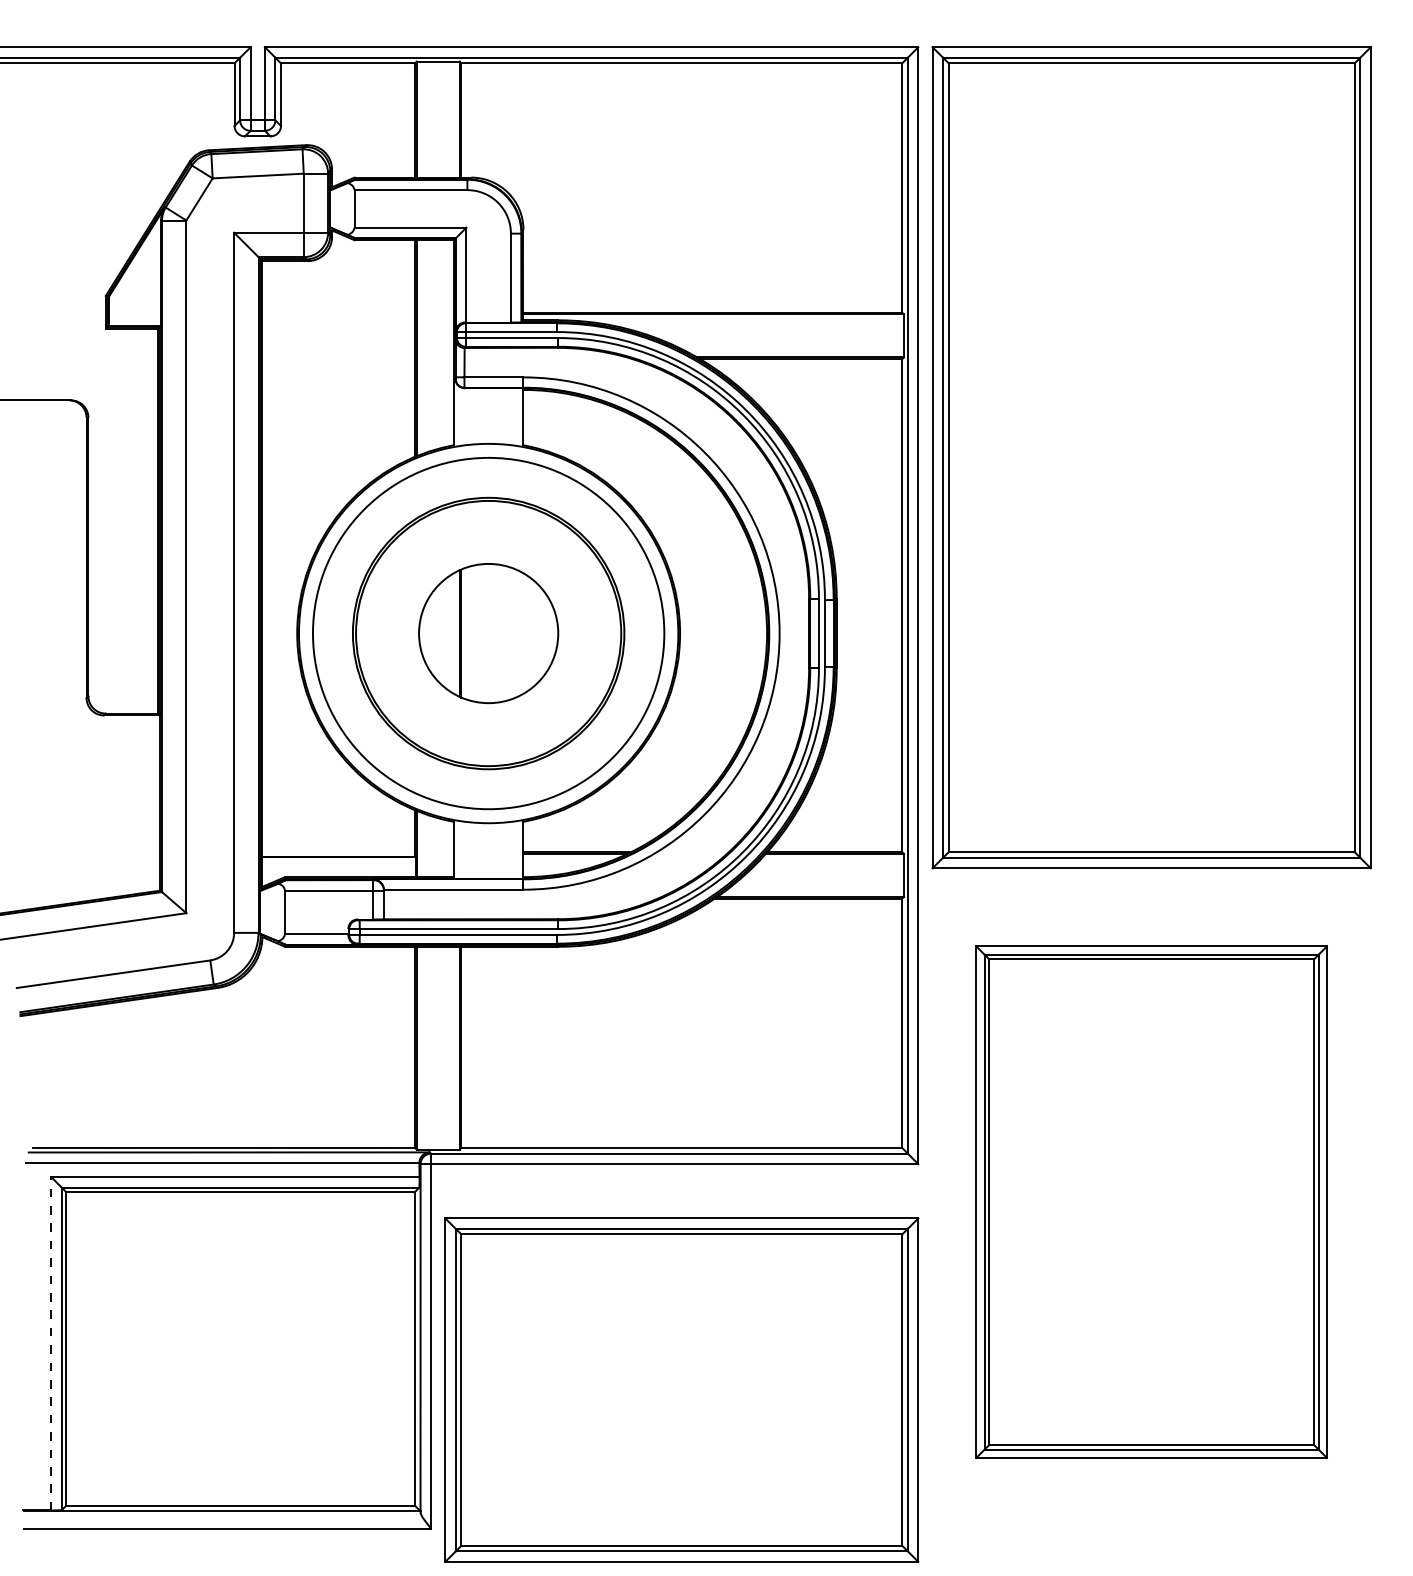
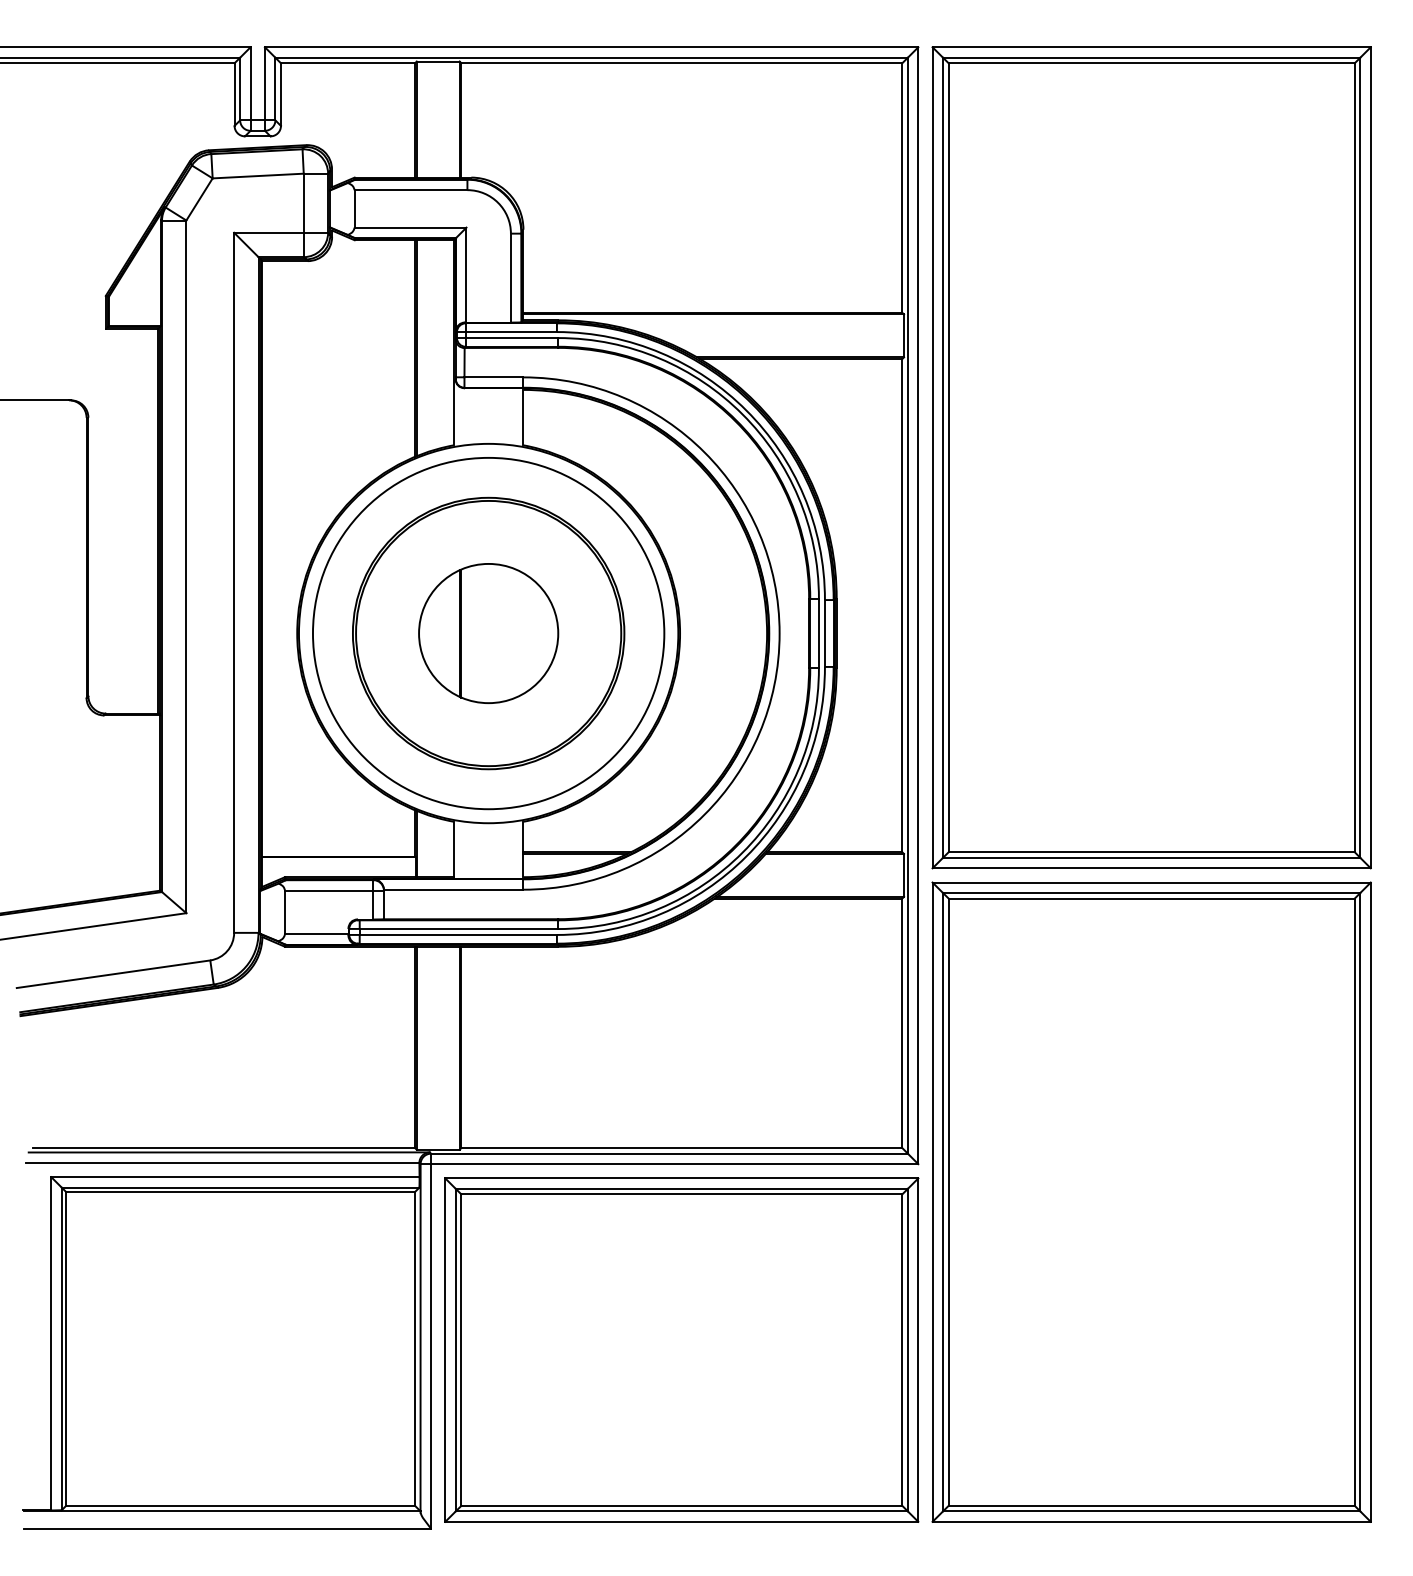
part at (1151, 1201) size: 353x514 px -> 441x642 px
line at (51, 1343): dashed -> solid
part at (681, 1389) position: (681, 1389) -> (681, 1349)
